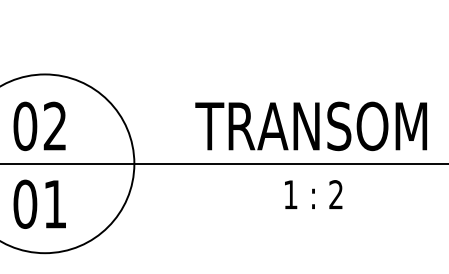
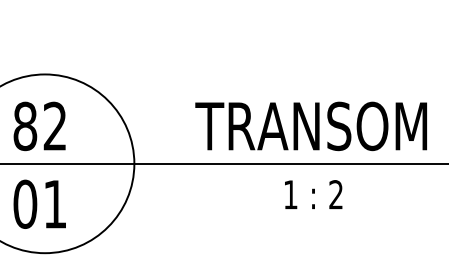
text at (25, 126): 02 -> 82
